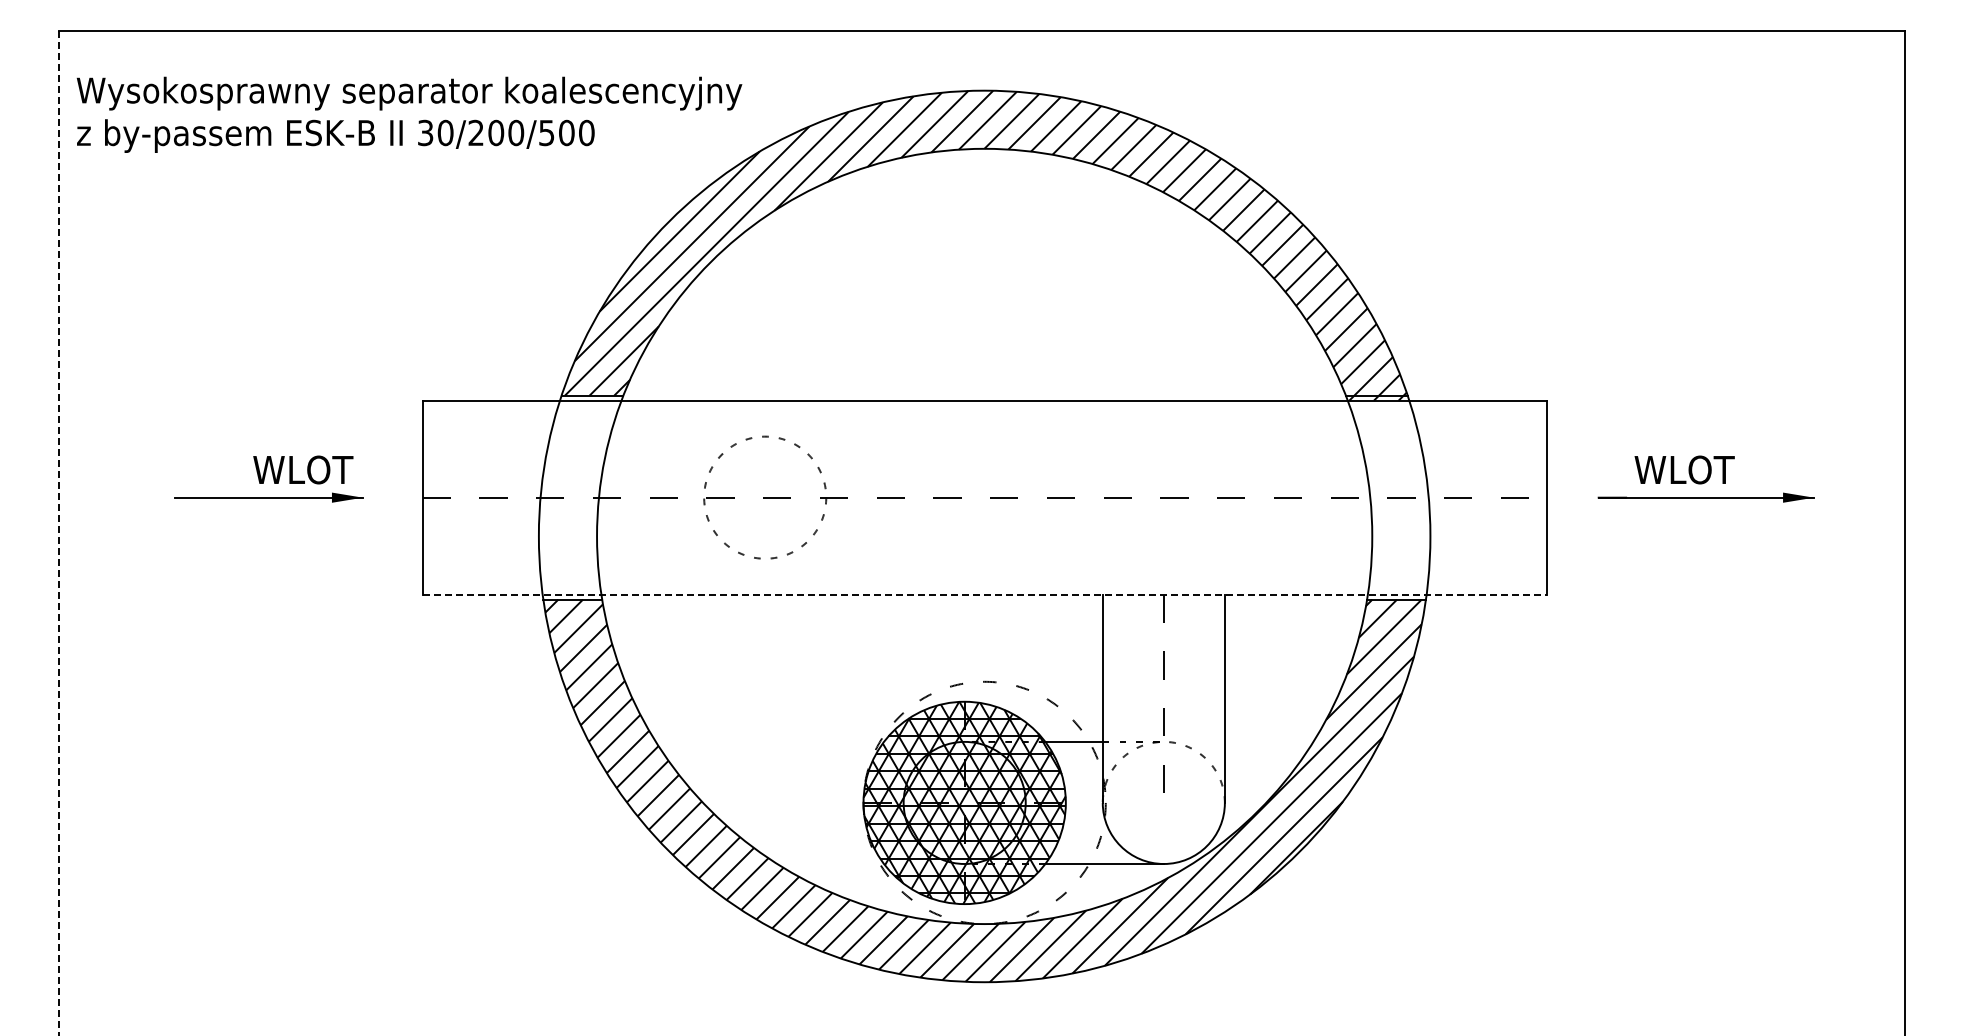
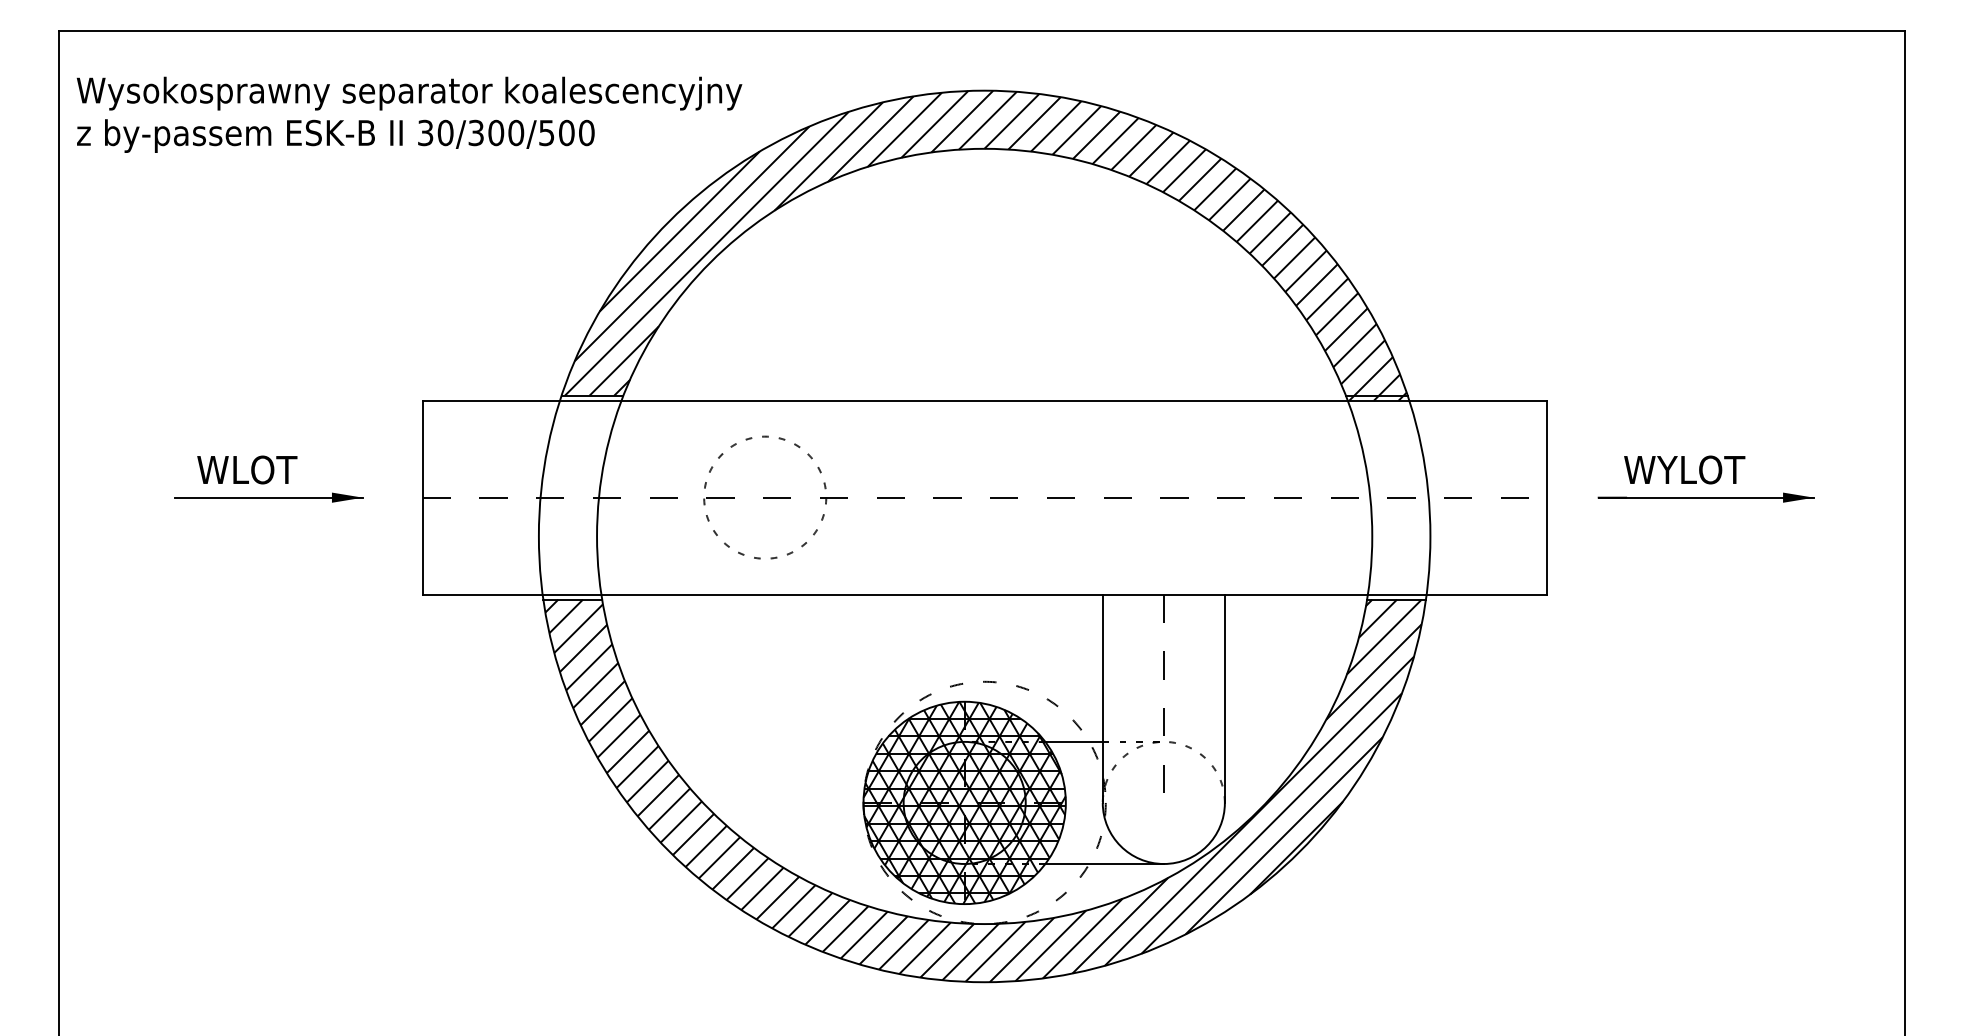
text at (475, 133): 30/200/500 -> 30/300/500
text at (303, 469) position: (303, 469) -> (247, 469)
text at (1684, 469): WLOT -> WYLOT
line at (58, 533): dashed -> solid
line at (985, 594): dashed -> solid
